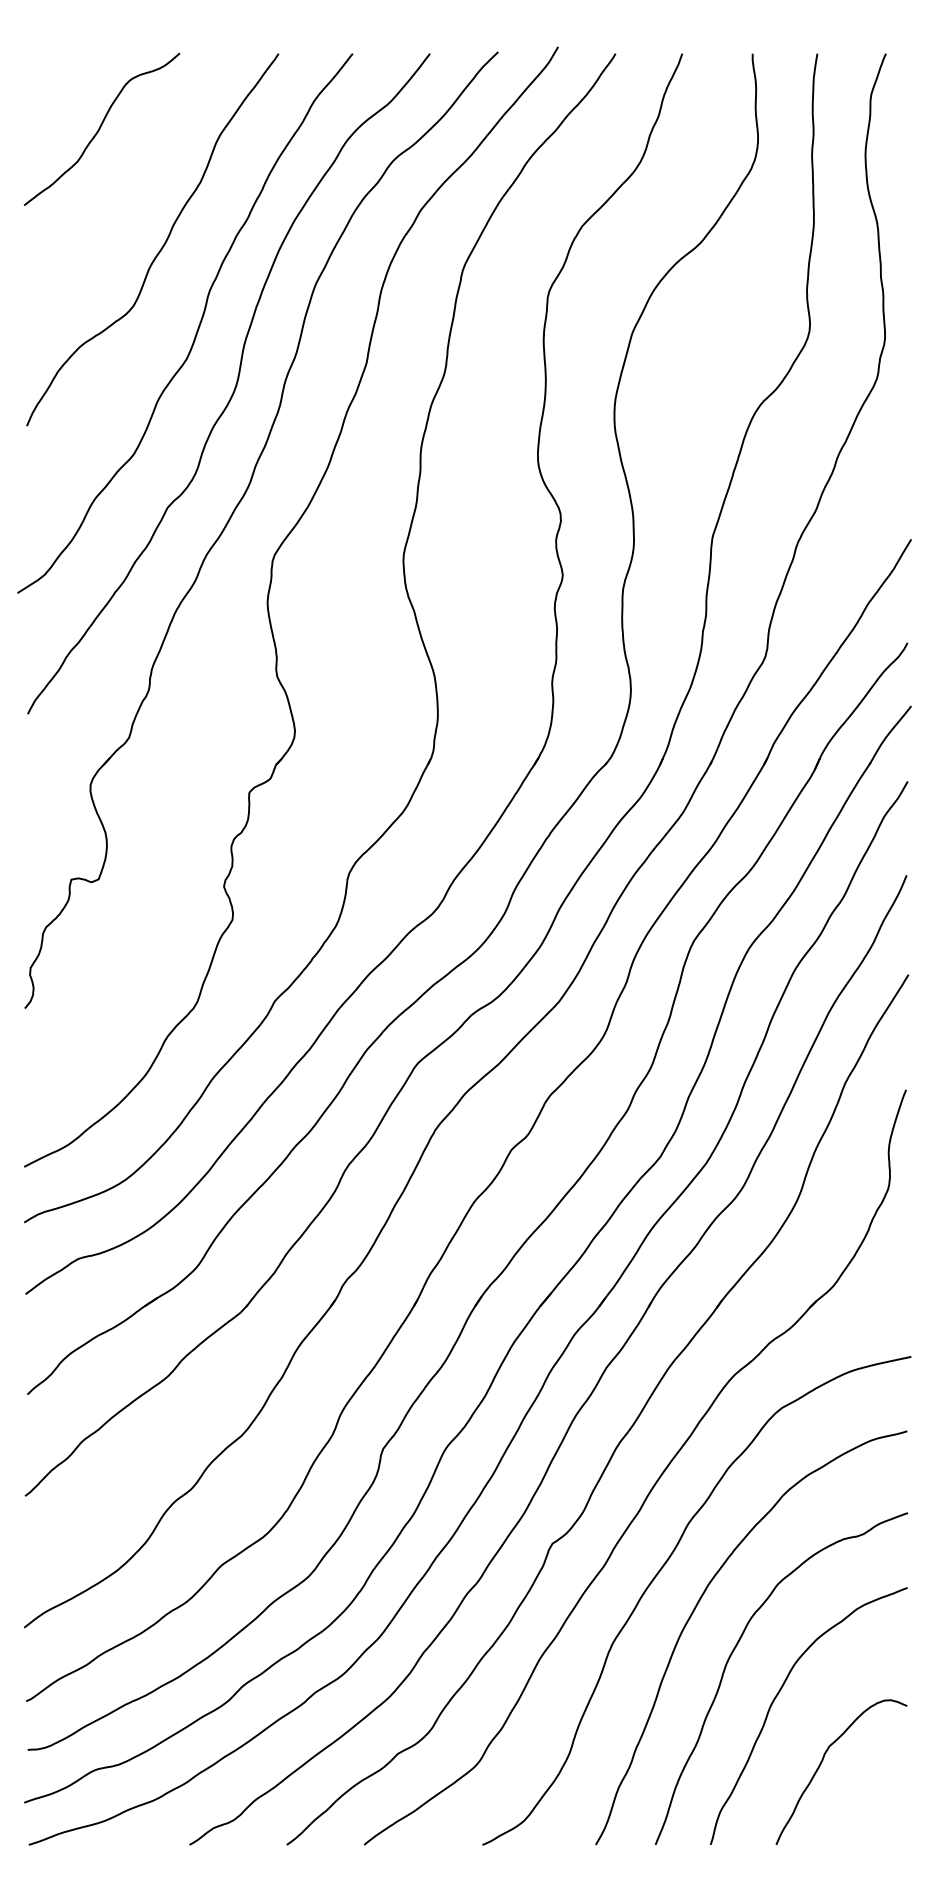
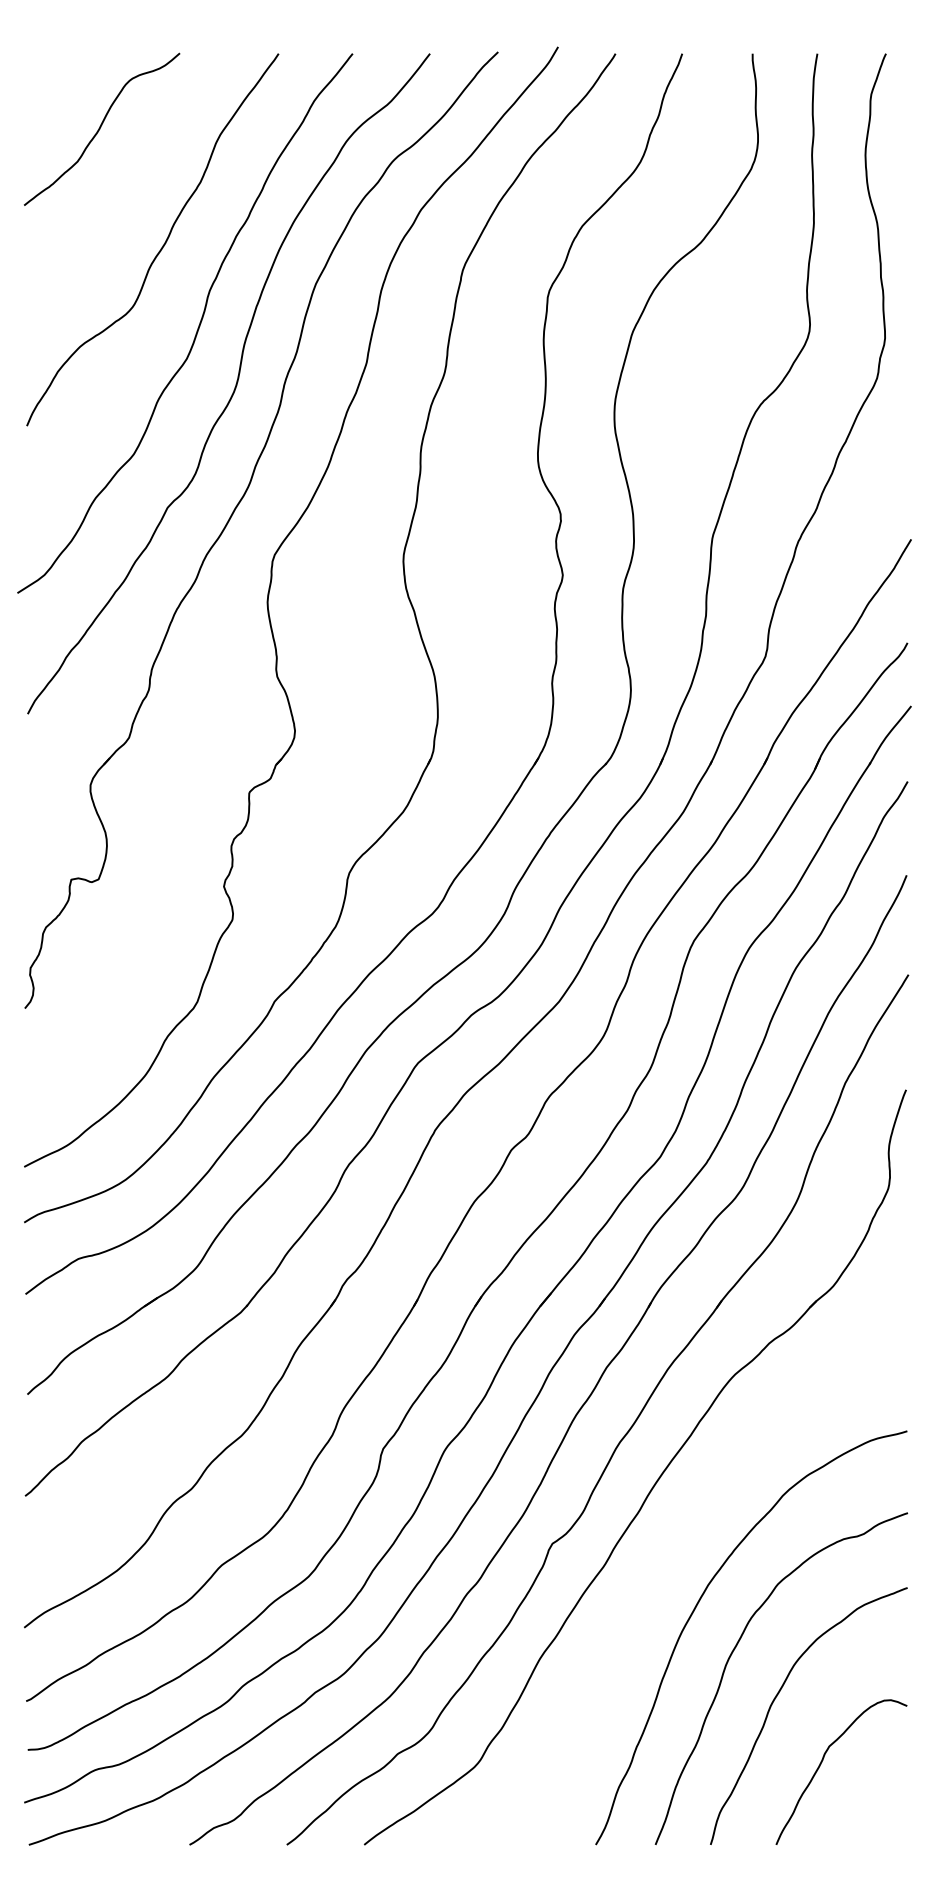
curve at (658, 1574): present -> none
